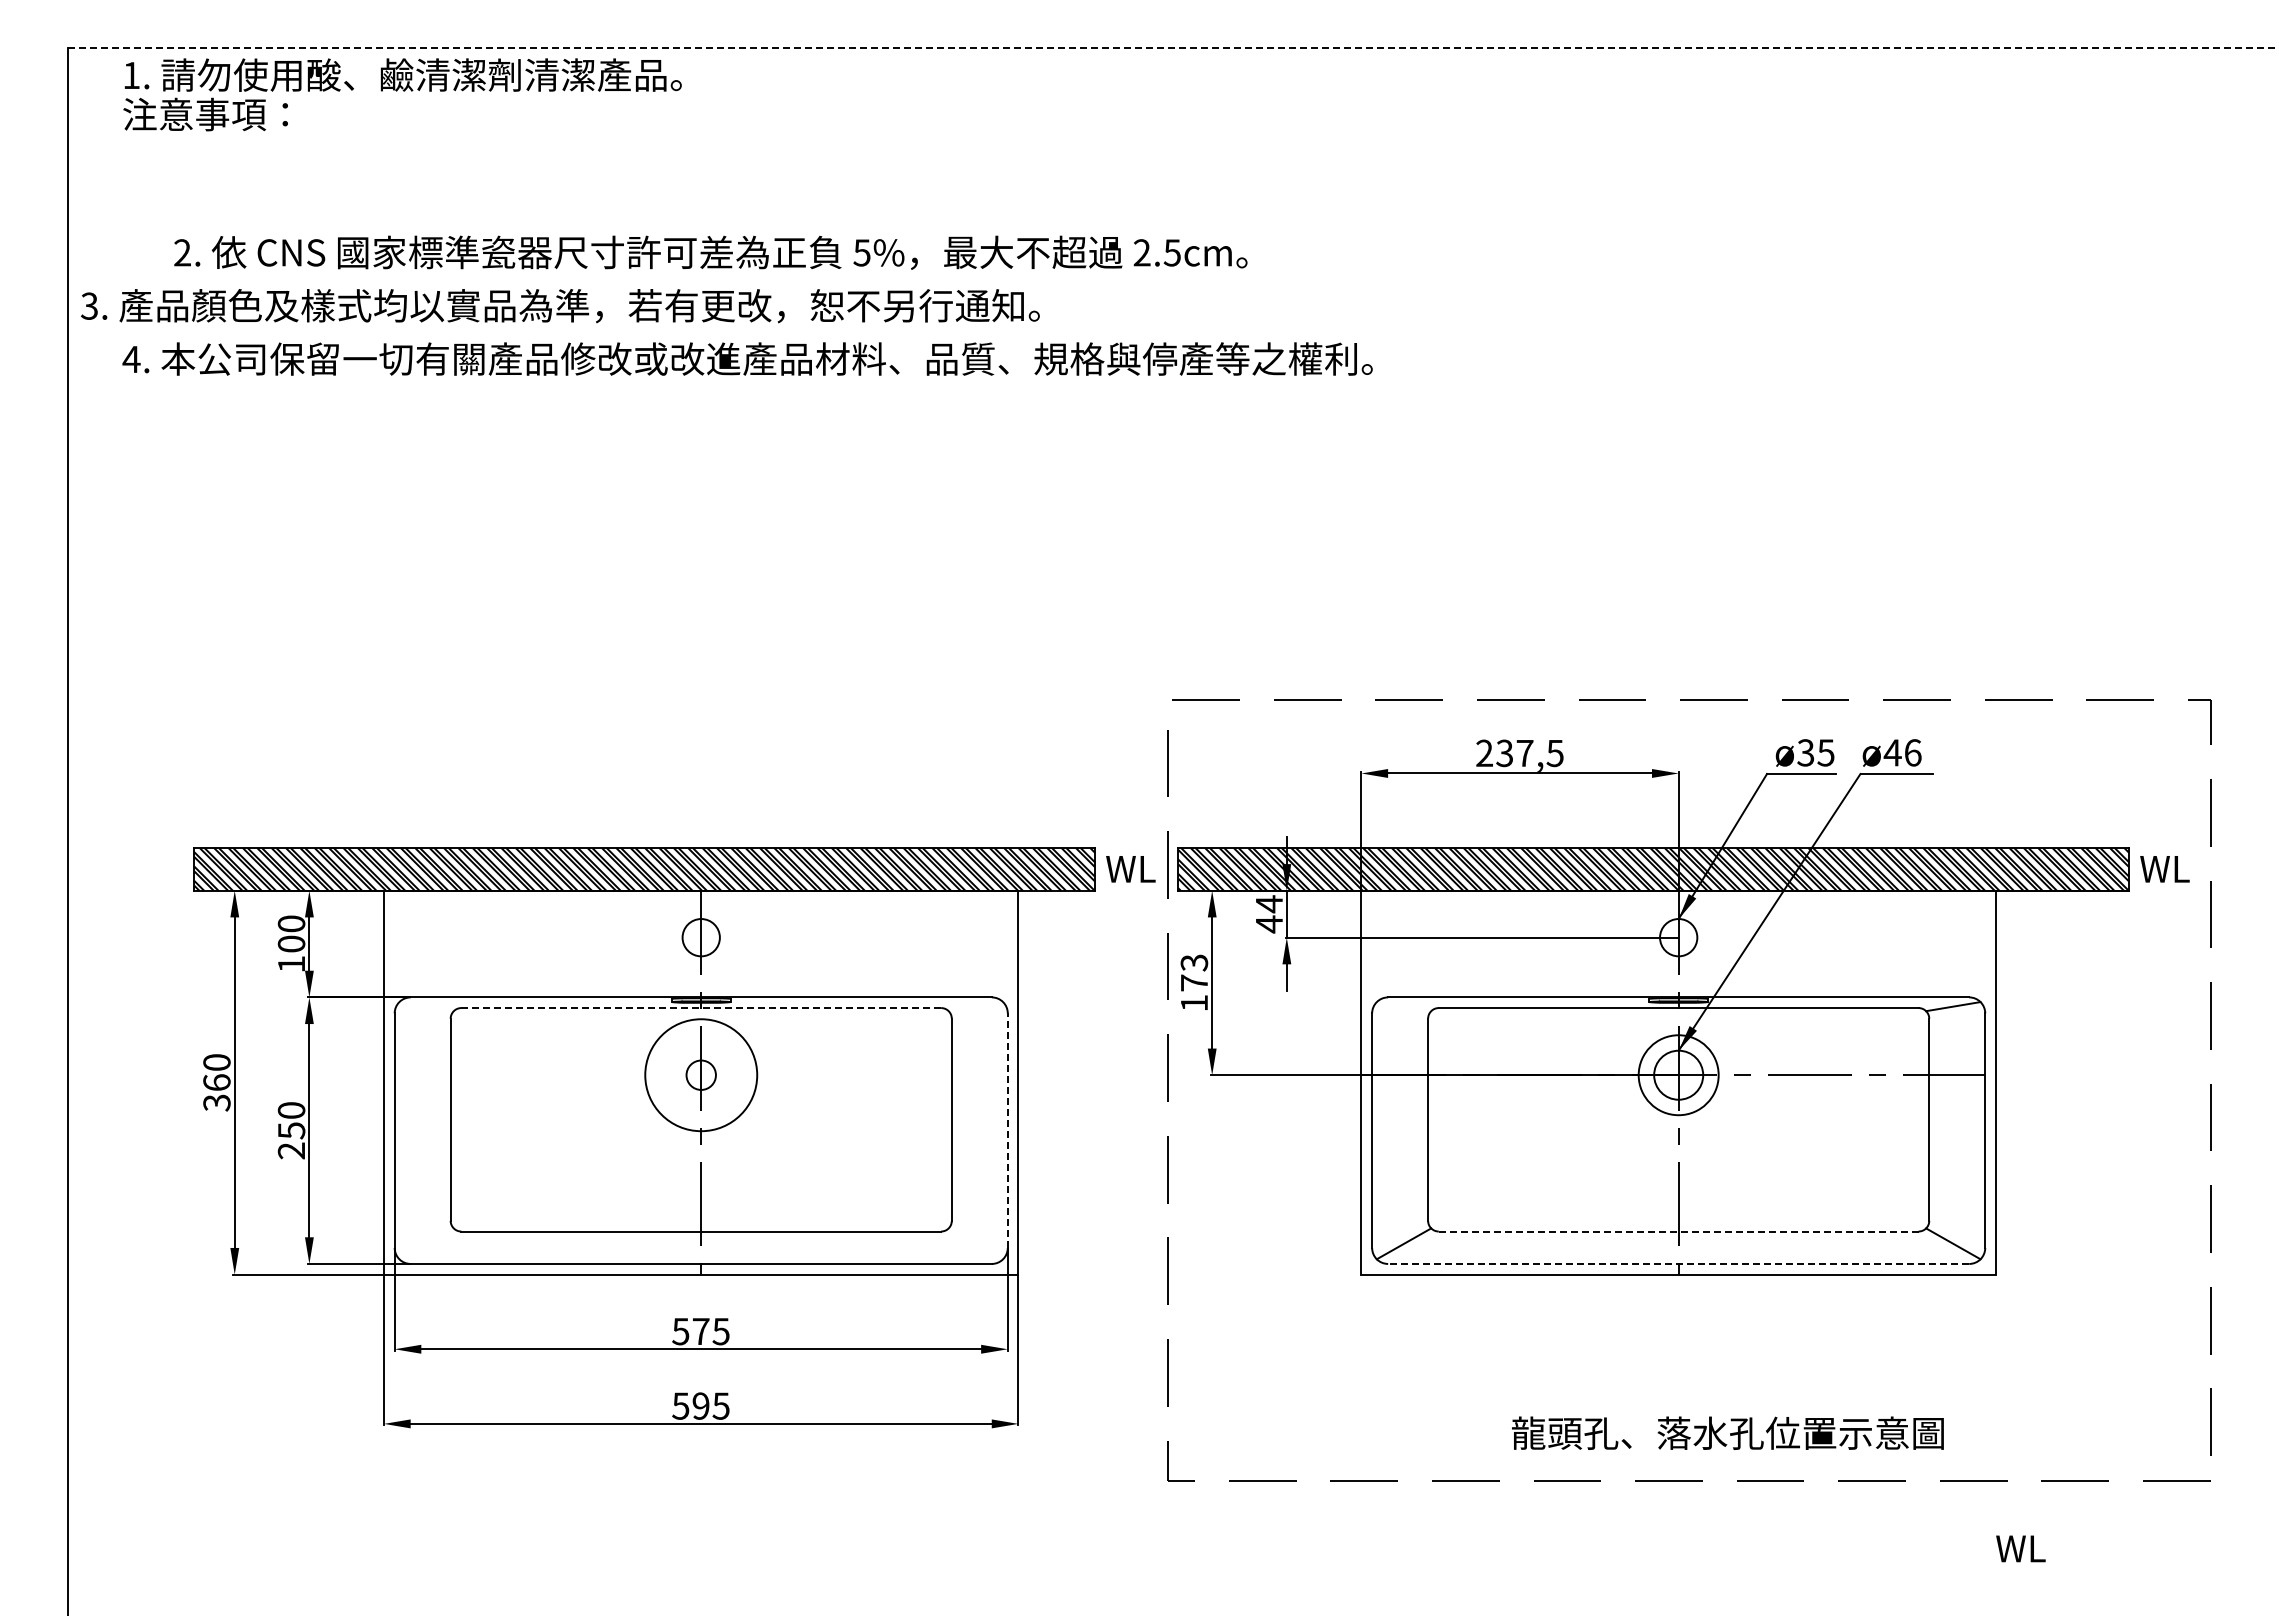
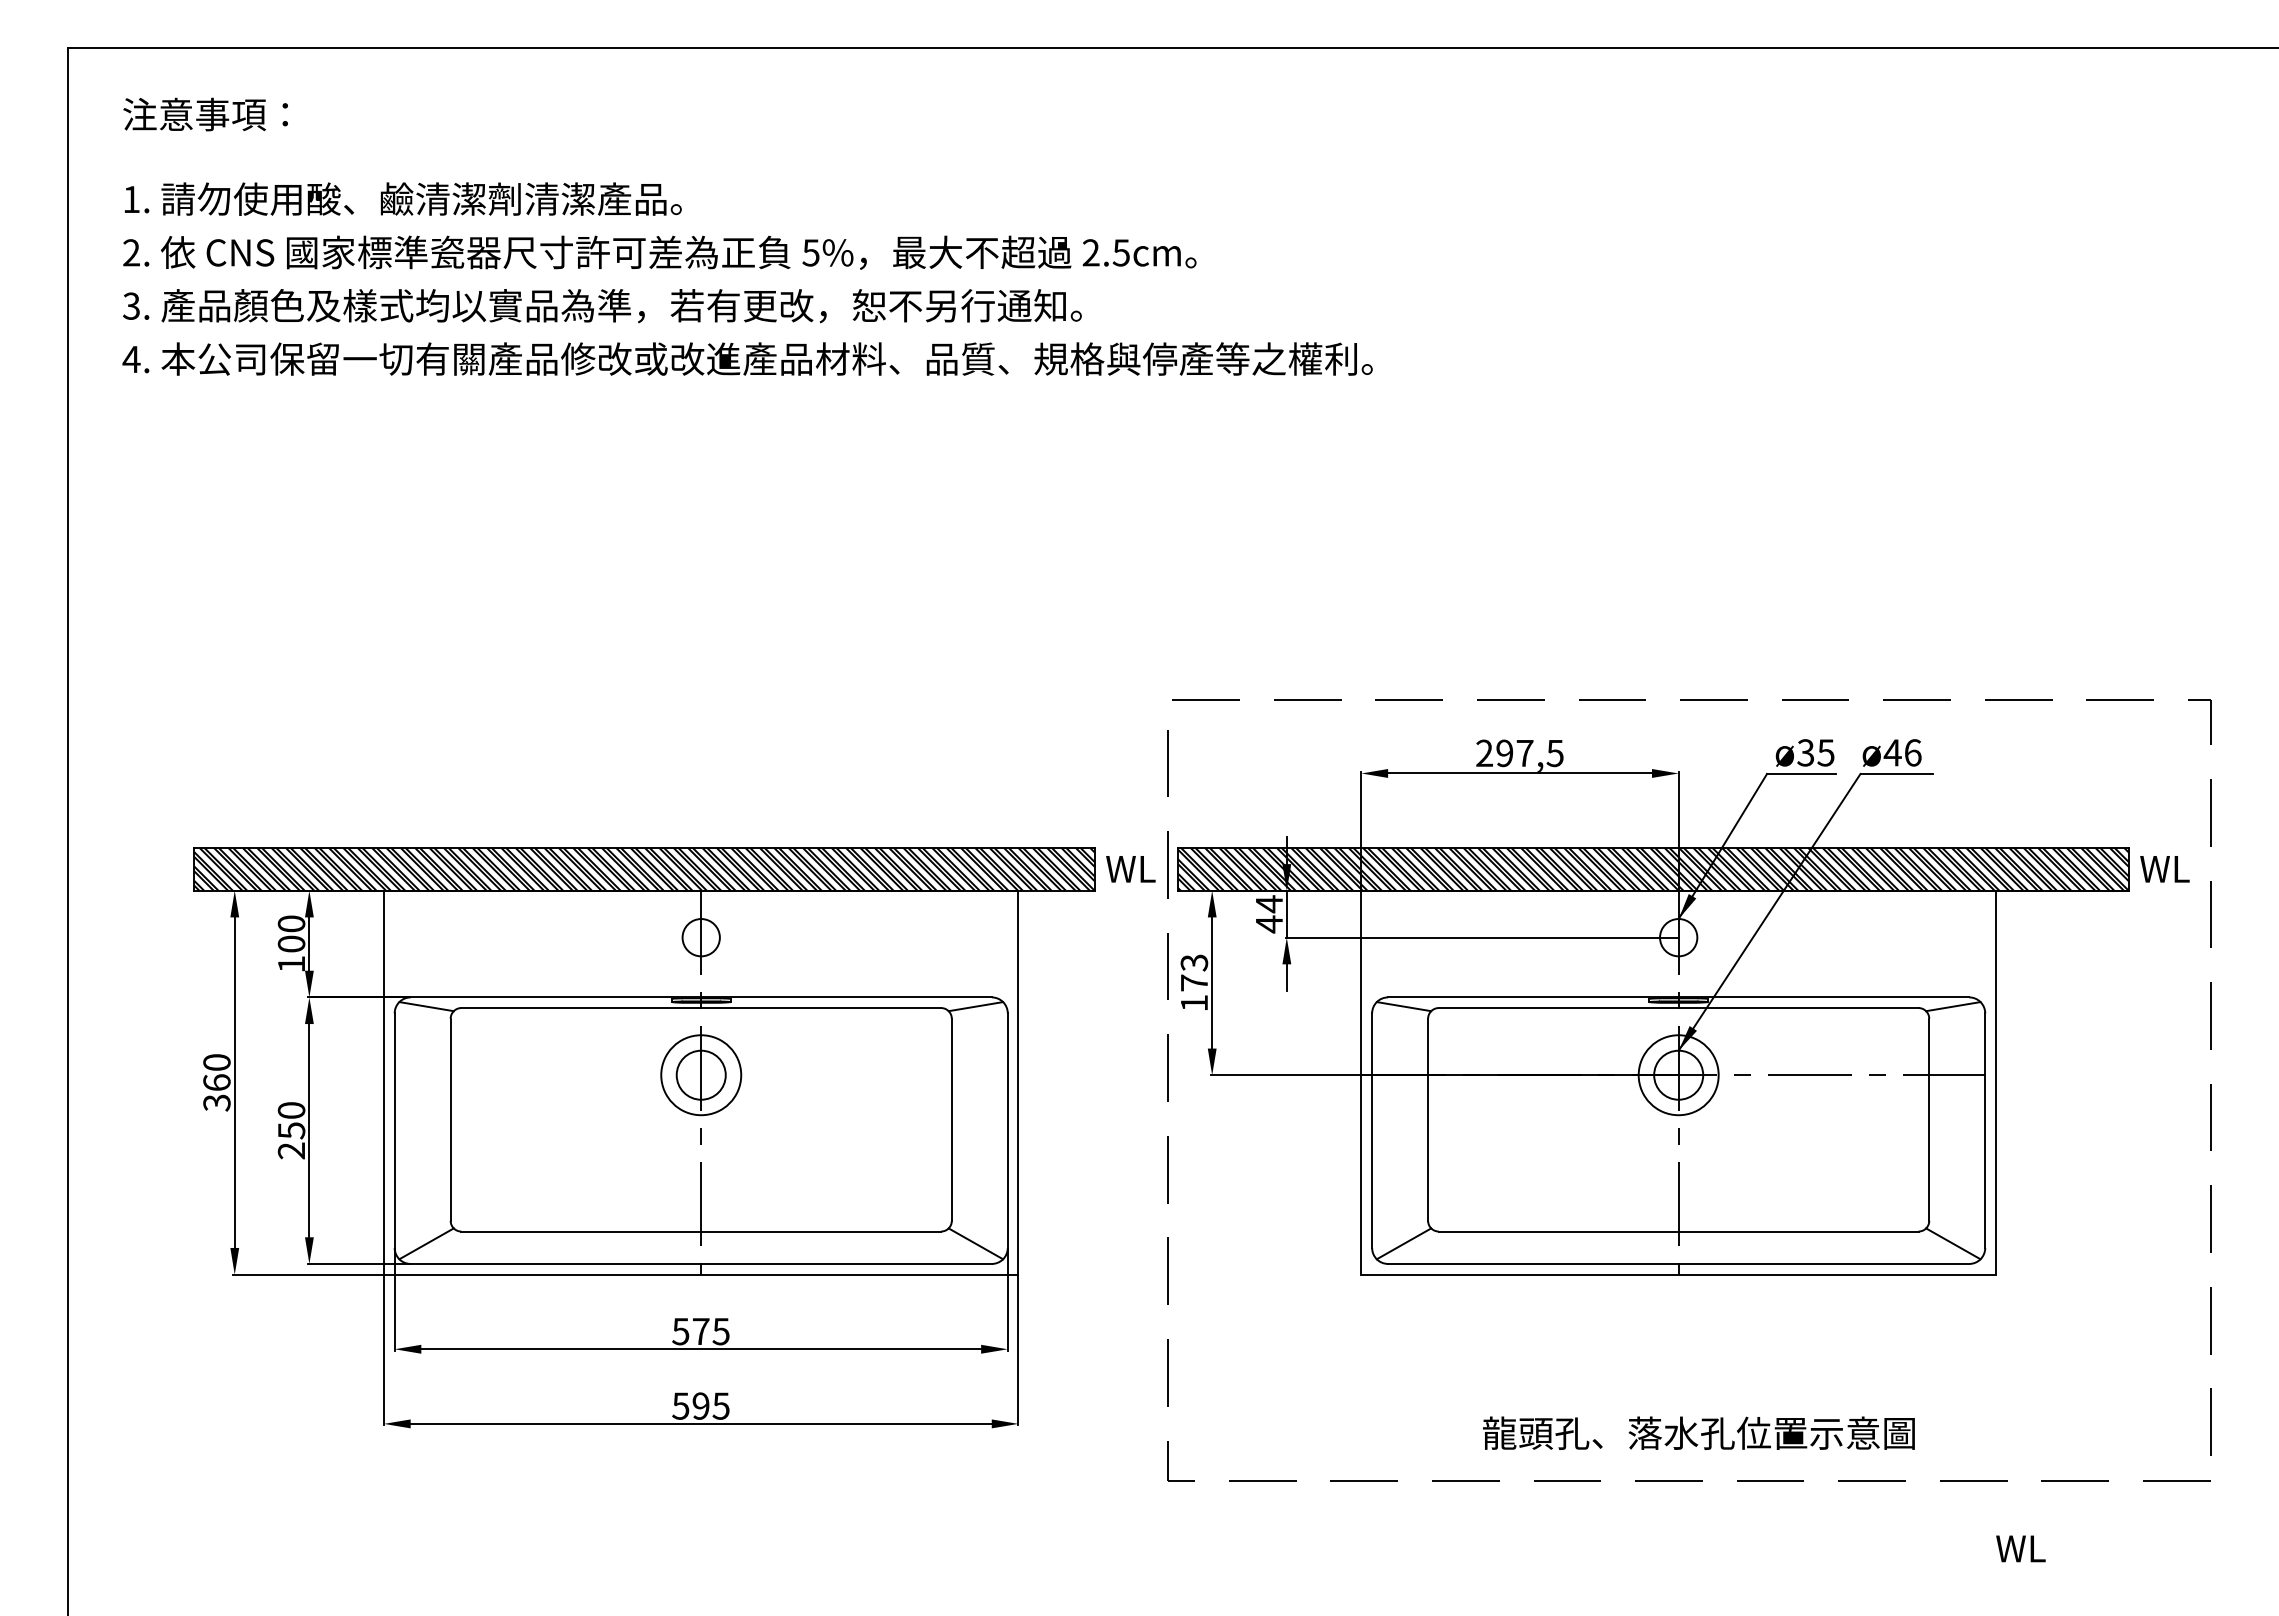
line at (1173, 48): dashed -> solid
text at (403, 74) position: (403, 74) -> (403, 198)
text at (710, 252) position: (710, 252) -> (659, 252)
text at (560, 306) position: (560, 306) -> (602, 306)
text at (1504, 753): 237,5 -> 297,5
line at (426, 1006): none -> present
line at (975, 1006): none -> present
line at (1403, 1006): none -> present
line at (701, 1008): dashed -> solid
circle at (700, 1074) diameter: 29 px -> 49 px
circle at (701, 1075) diameter: 112 px -> 80 px
line at (1007, 1130): dashed -> solid
line at (1678, 1231): dashed -> solid
line at (426, 1243): none -> present
line at (975, 1243): none -> present
line at (1678, 1263): dashed -> solid
text at (1727, 1432) position: (1727, 1432) -> (1698, 1432)
